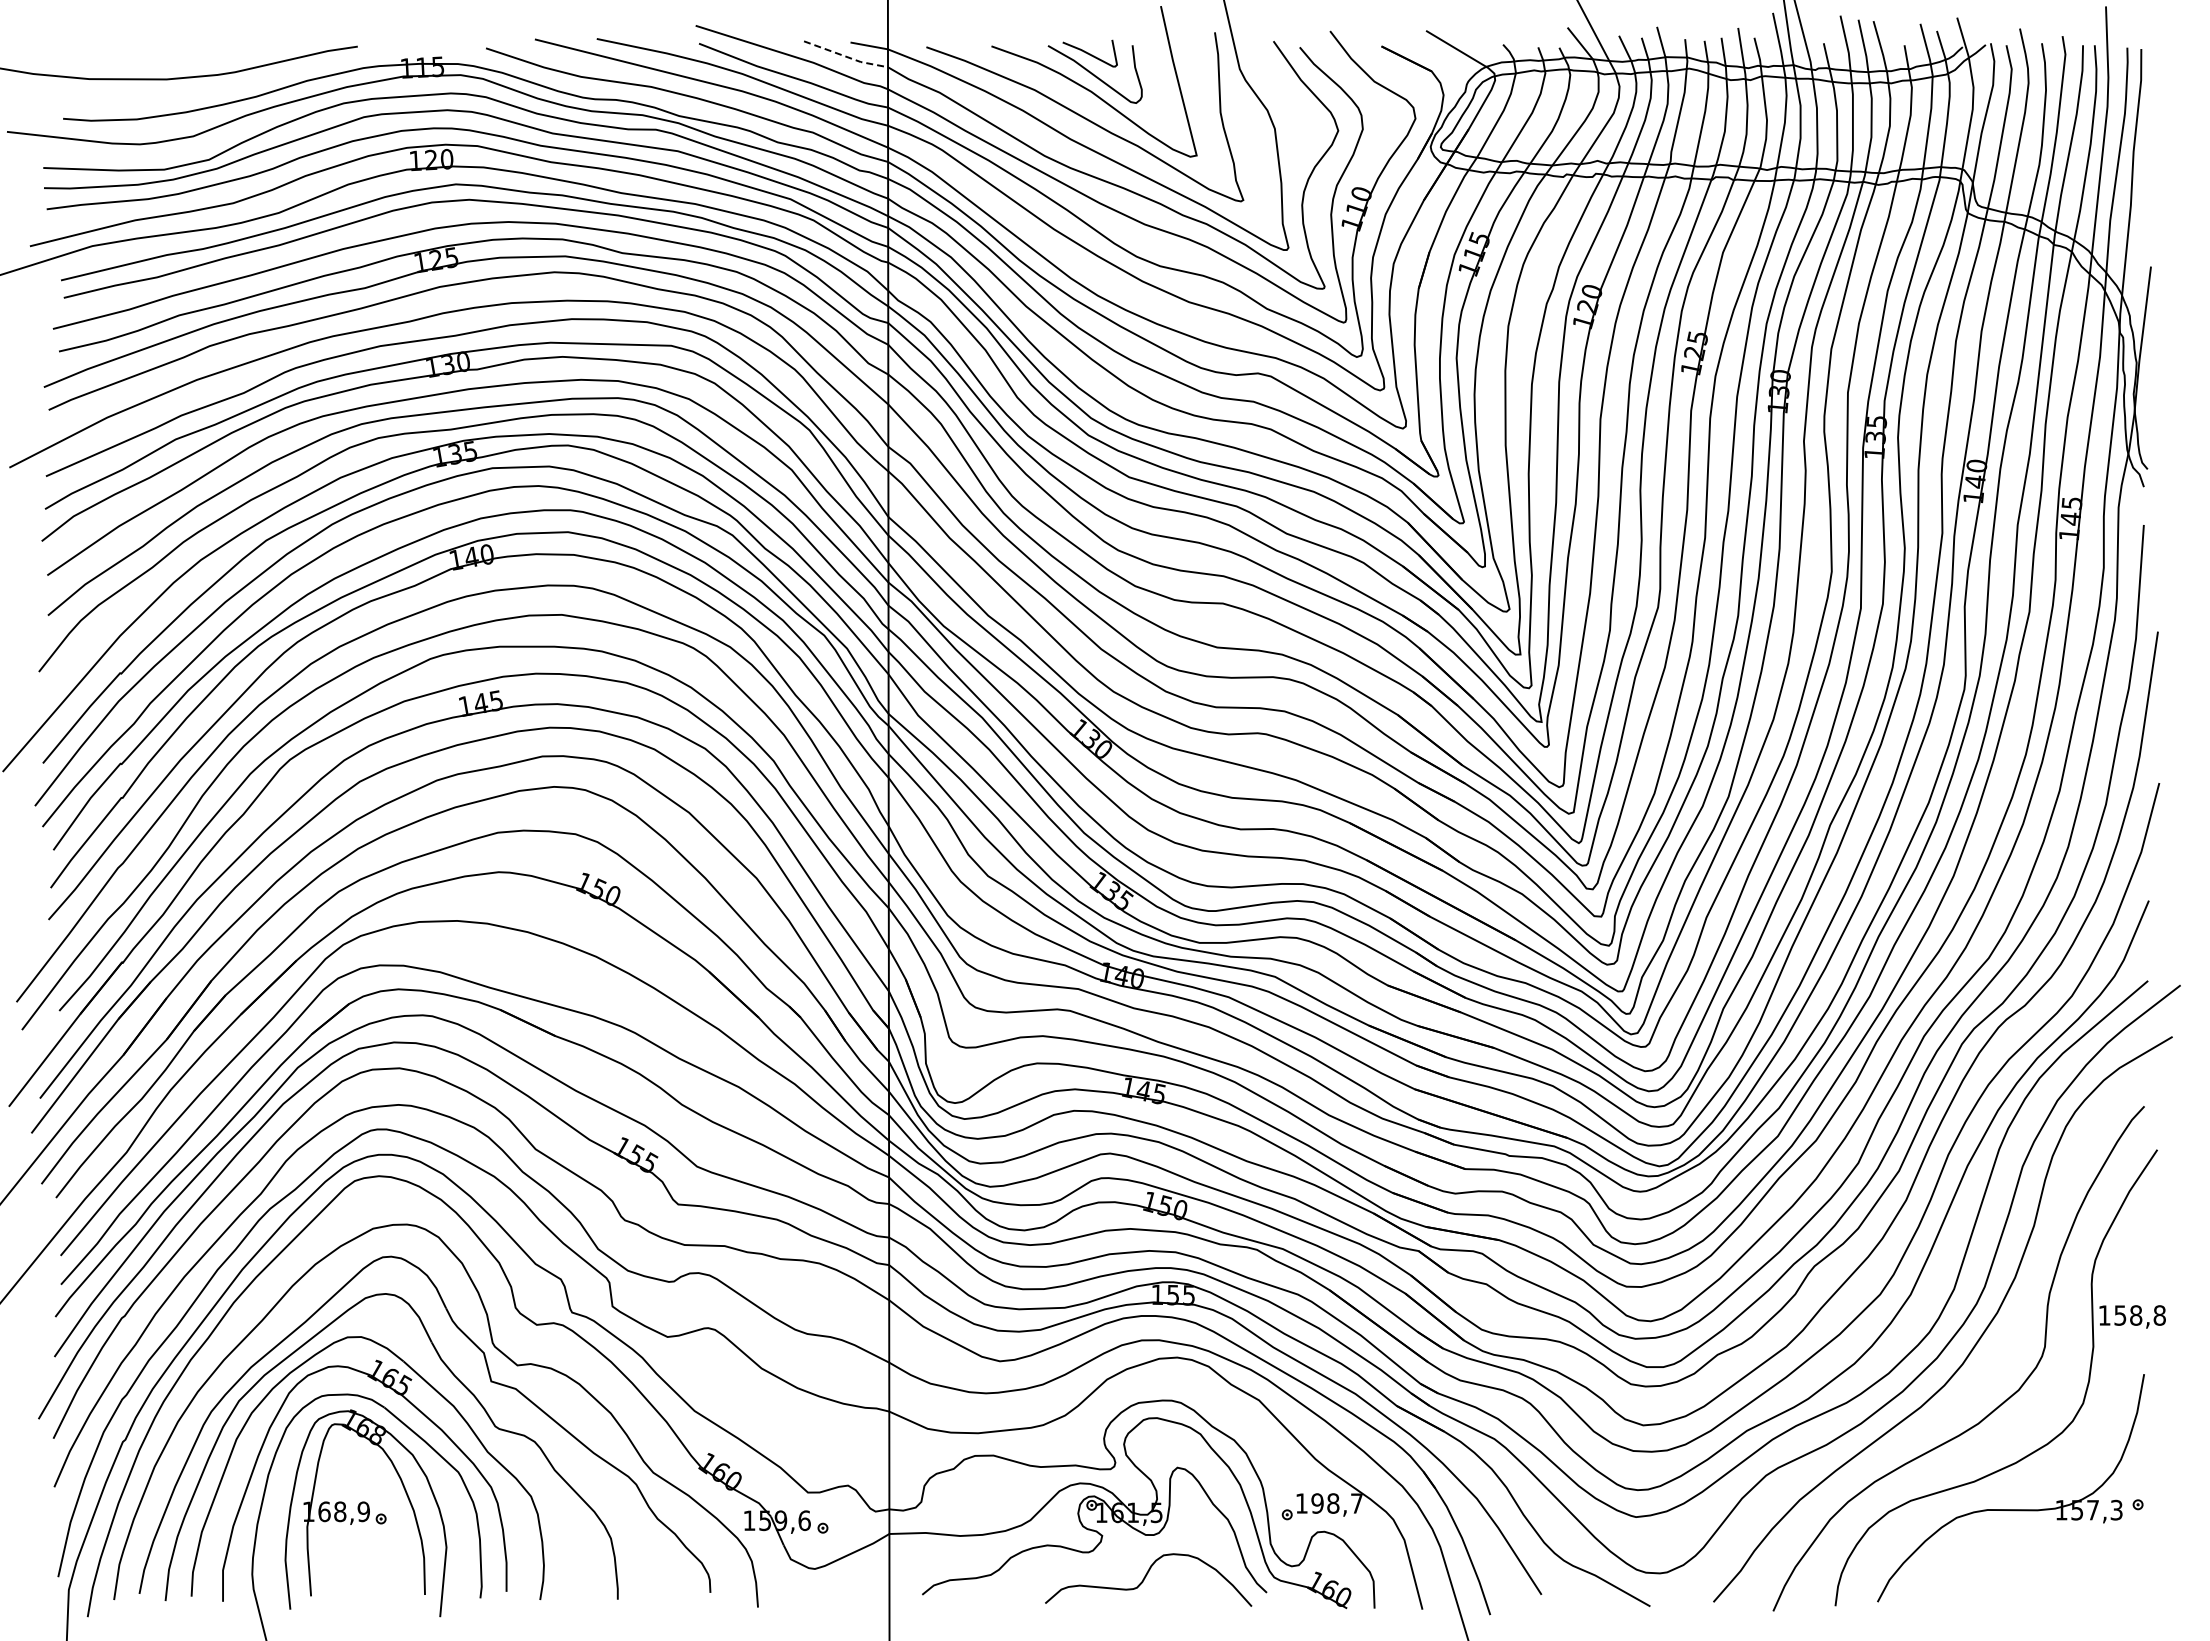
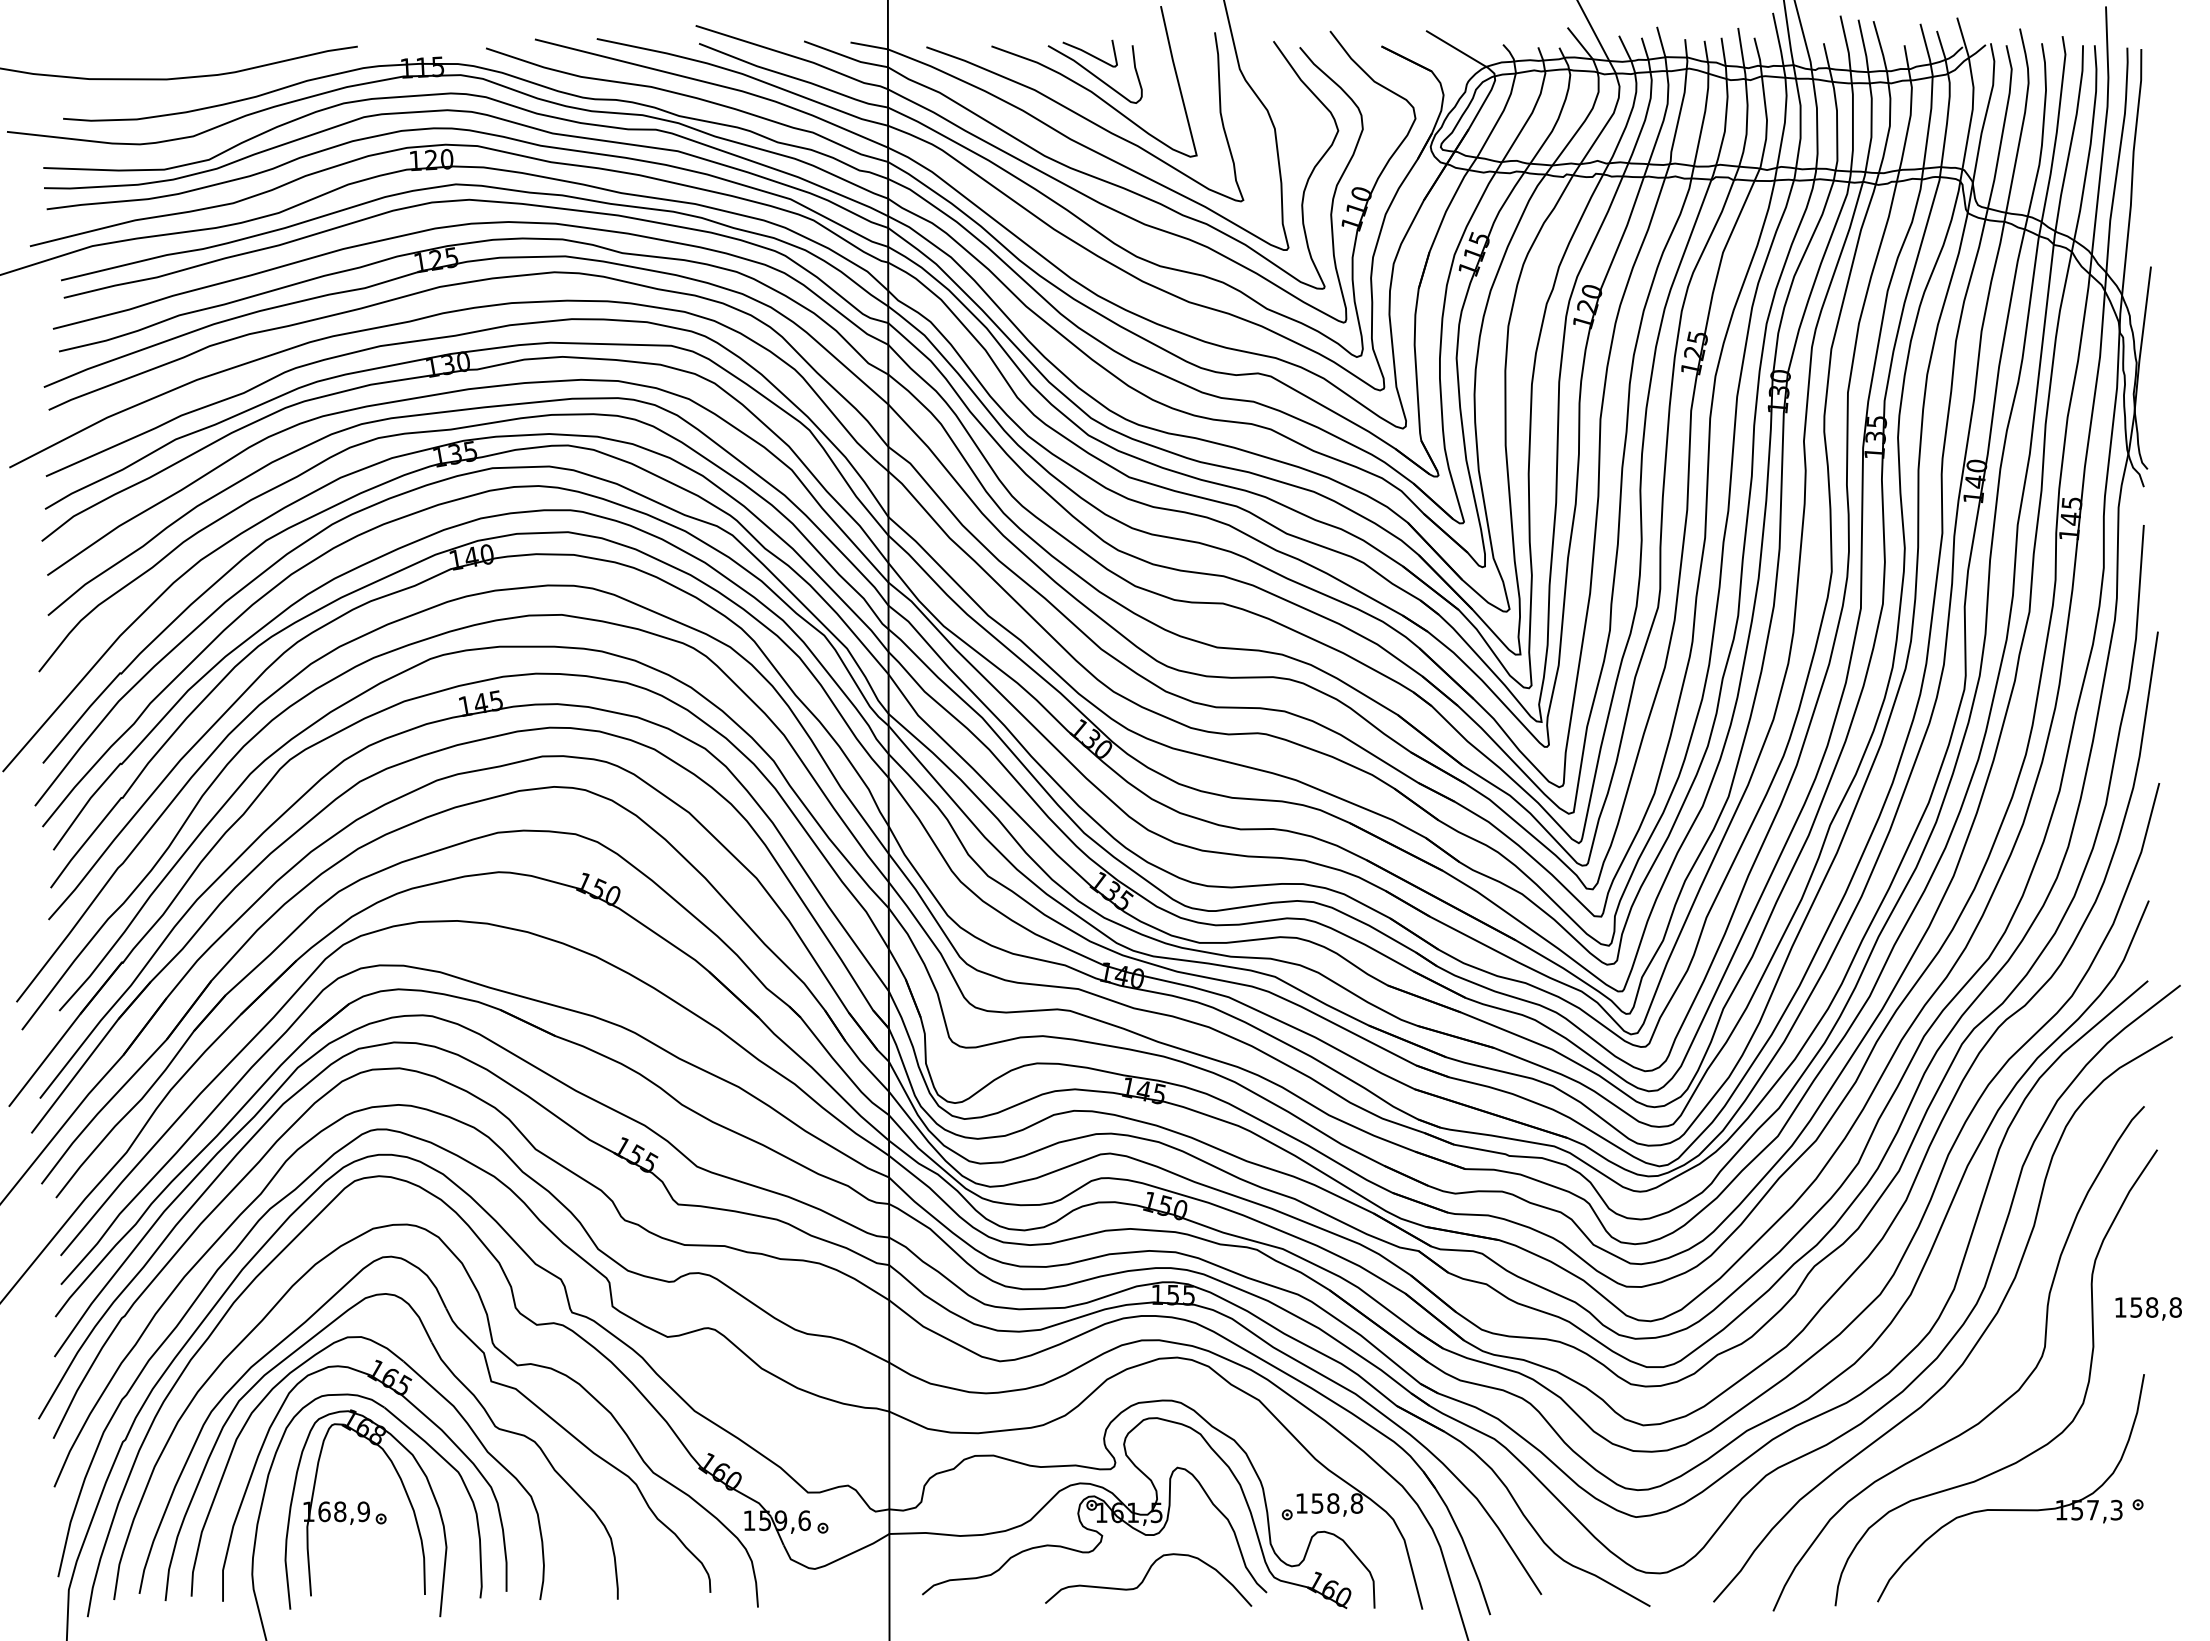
line at (845, 56): dashed -> solid
text at (2132, 1316) position: (2132, 1316) -> (2148, 1308)
text at (1337, 1503): 198,7 -> 158,8
